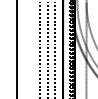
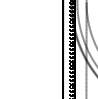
line at (16, 48): present -> none
line at (39, 48): present -> none
line at (47, 48): present -> none
line at (55, 48): present -> none
